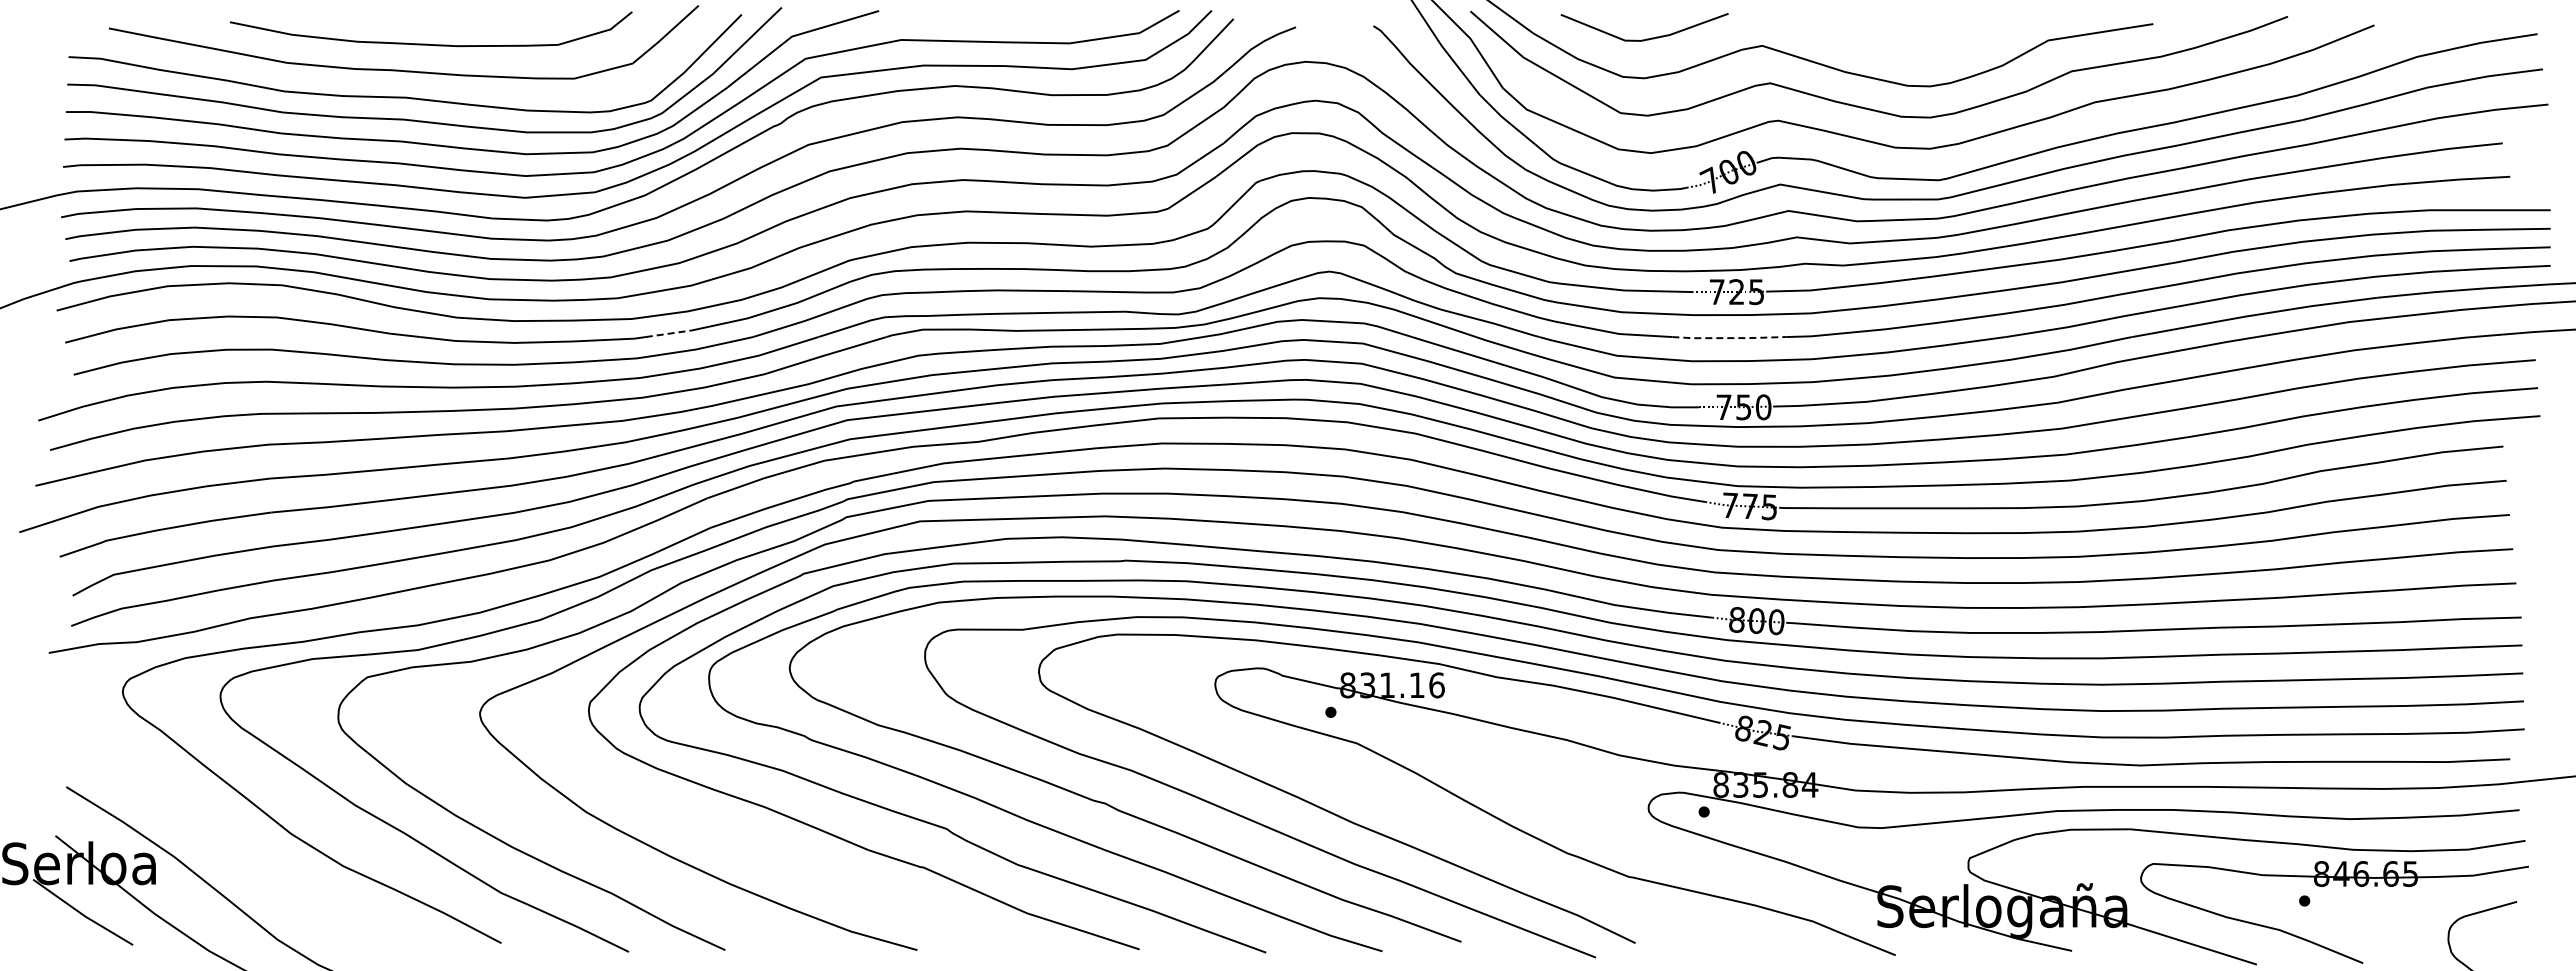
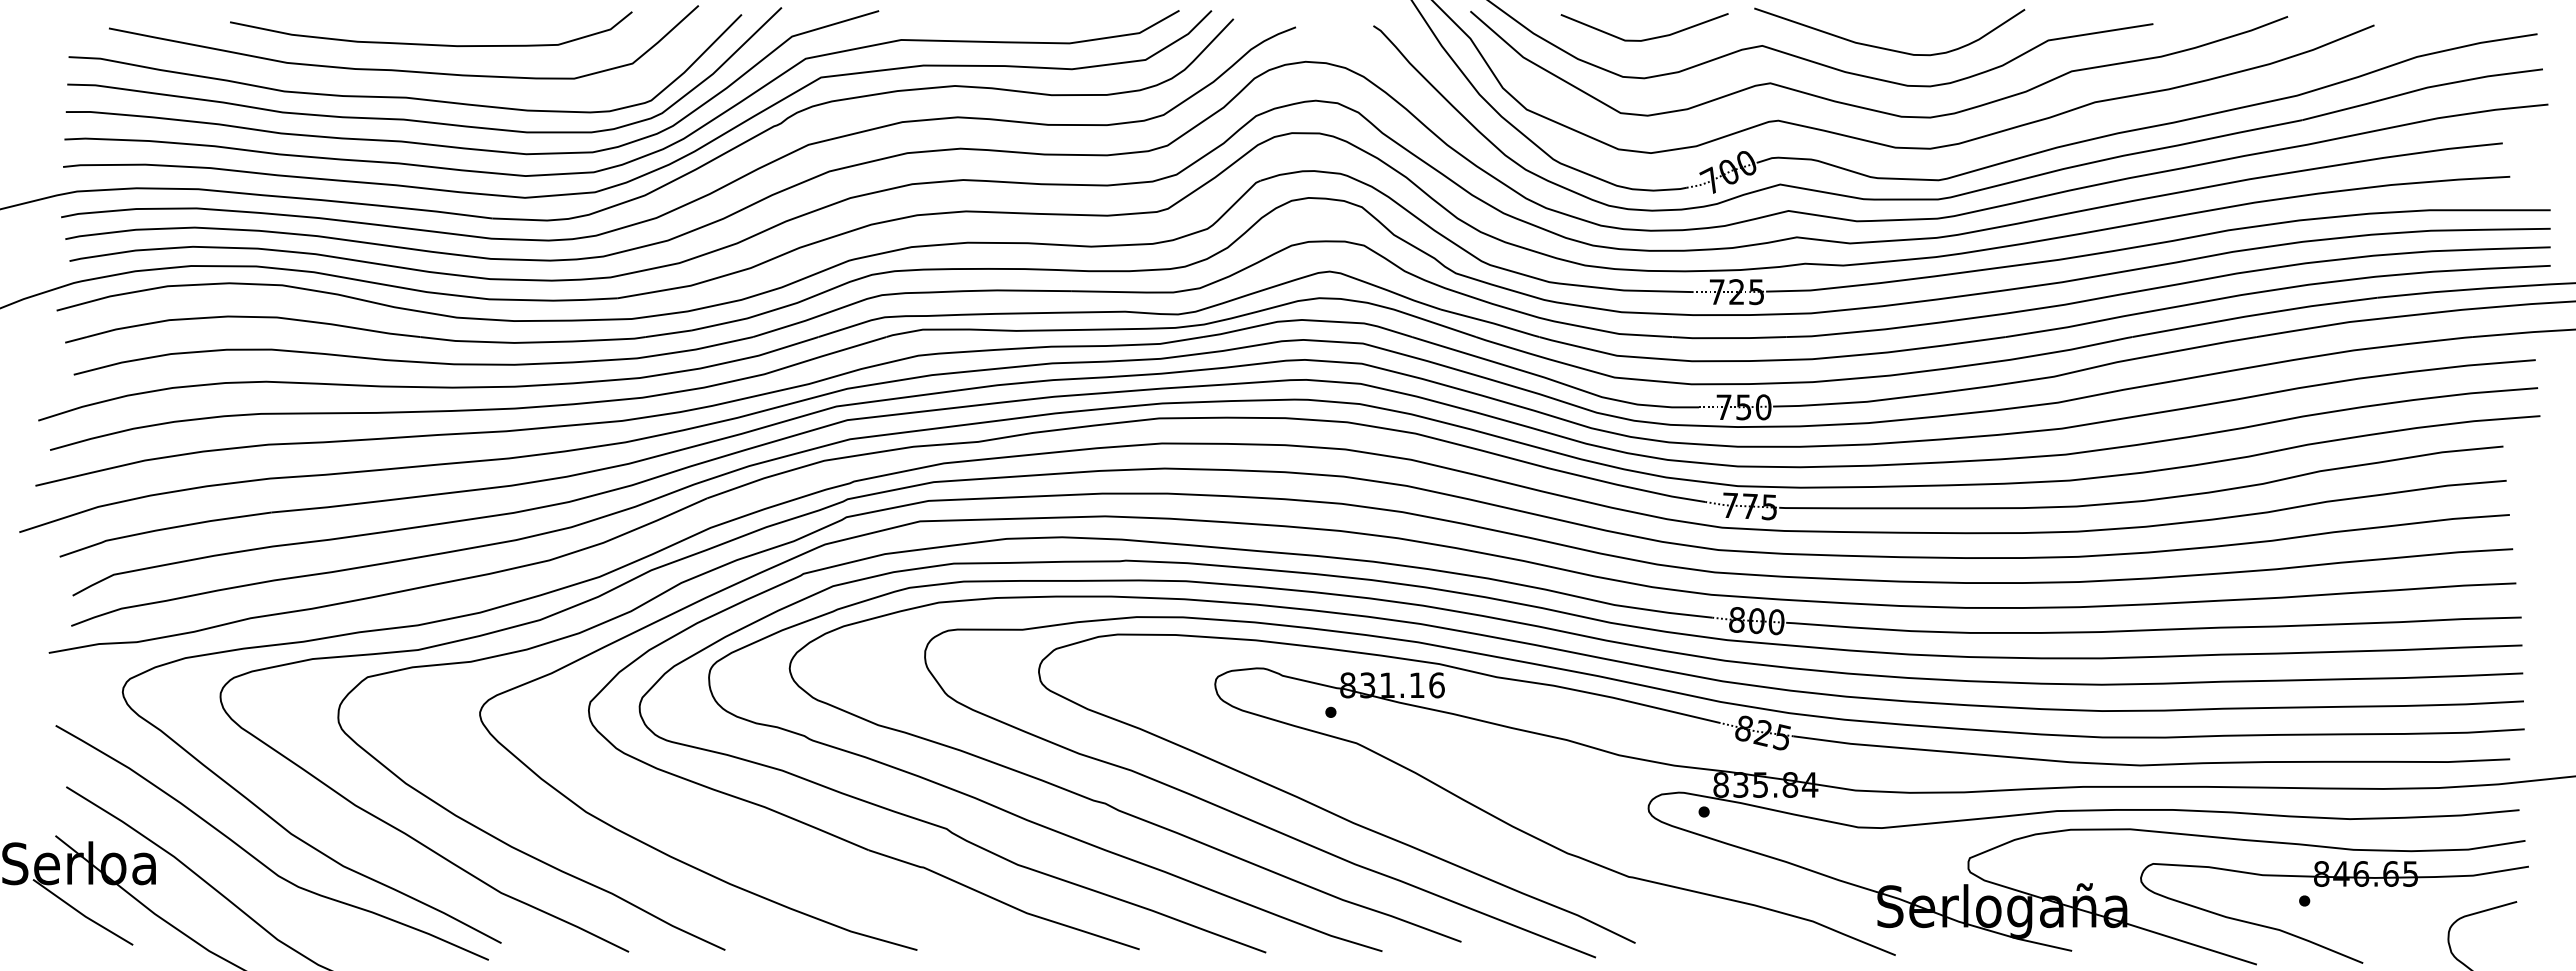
curve at (1884, 47): none -> present
line at (669, 333): dashed -> solid
line at (1729, 338): dashed -> solid
curve at (257, 858): none -> present
